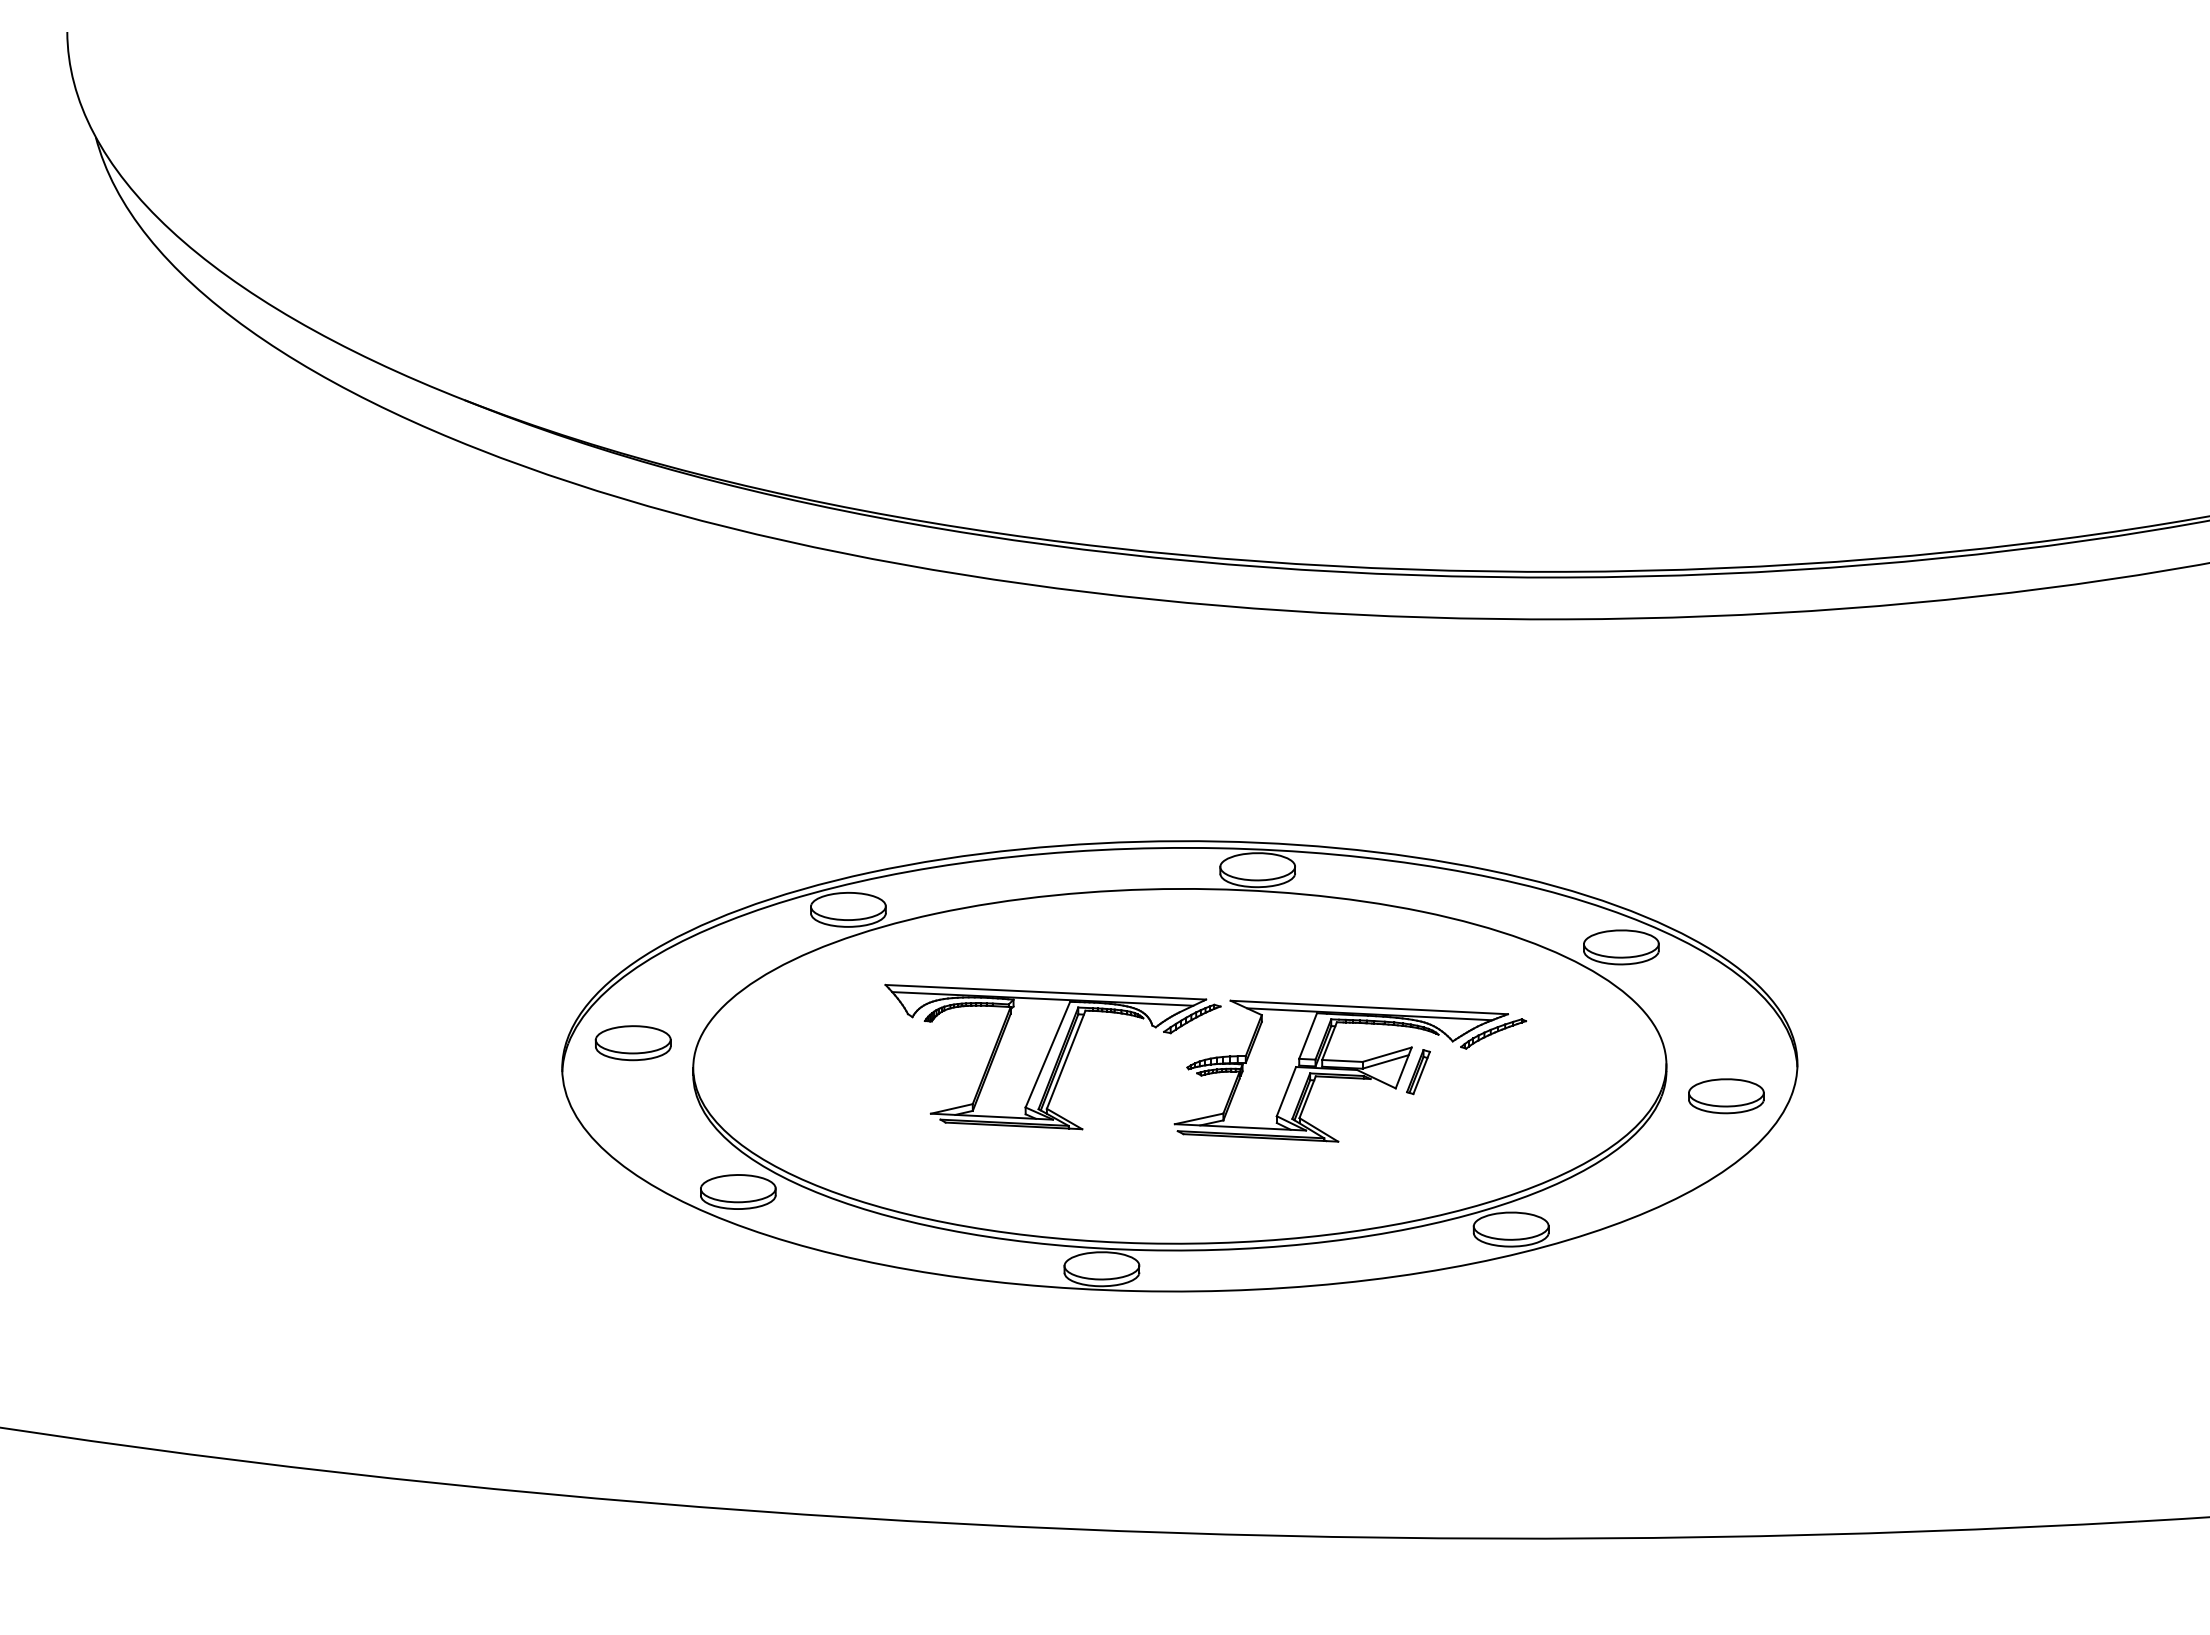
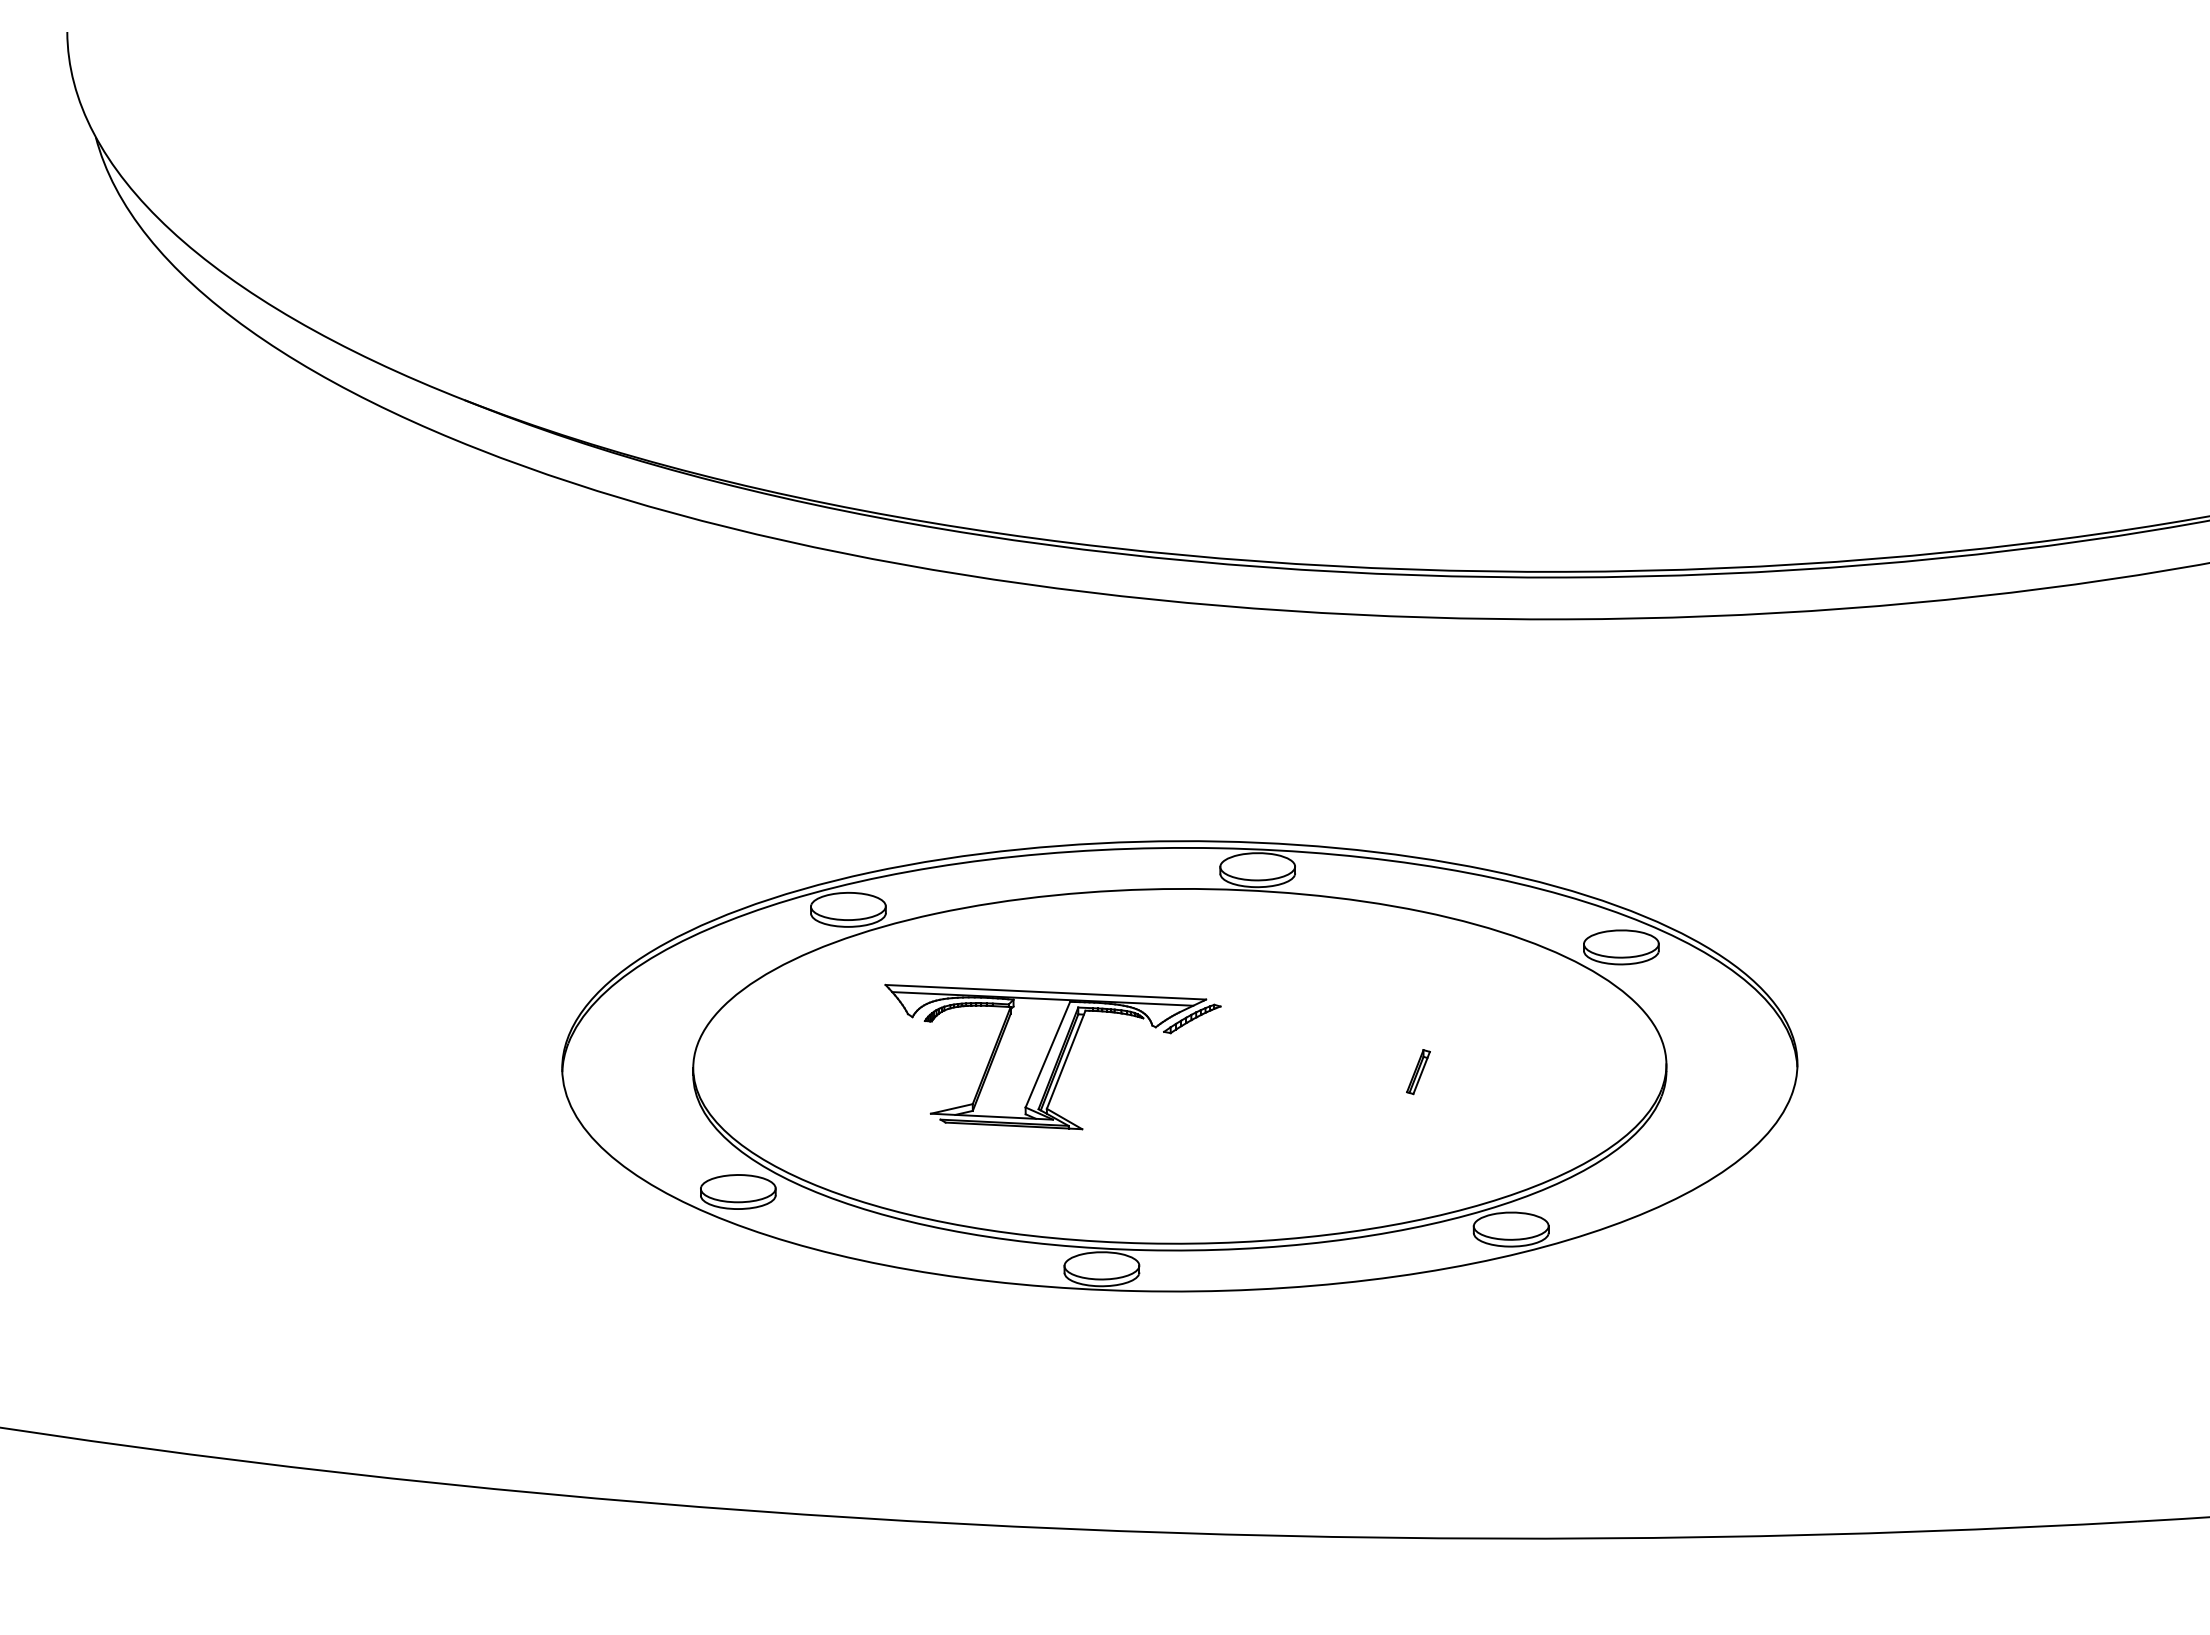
part at (632, 1043): present -> none
part at (1349, 1070): present -> none
part at (1726, 1096): present -> none
